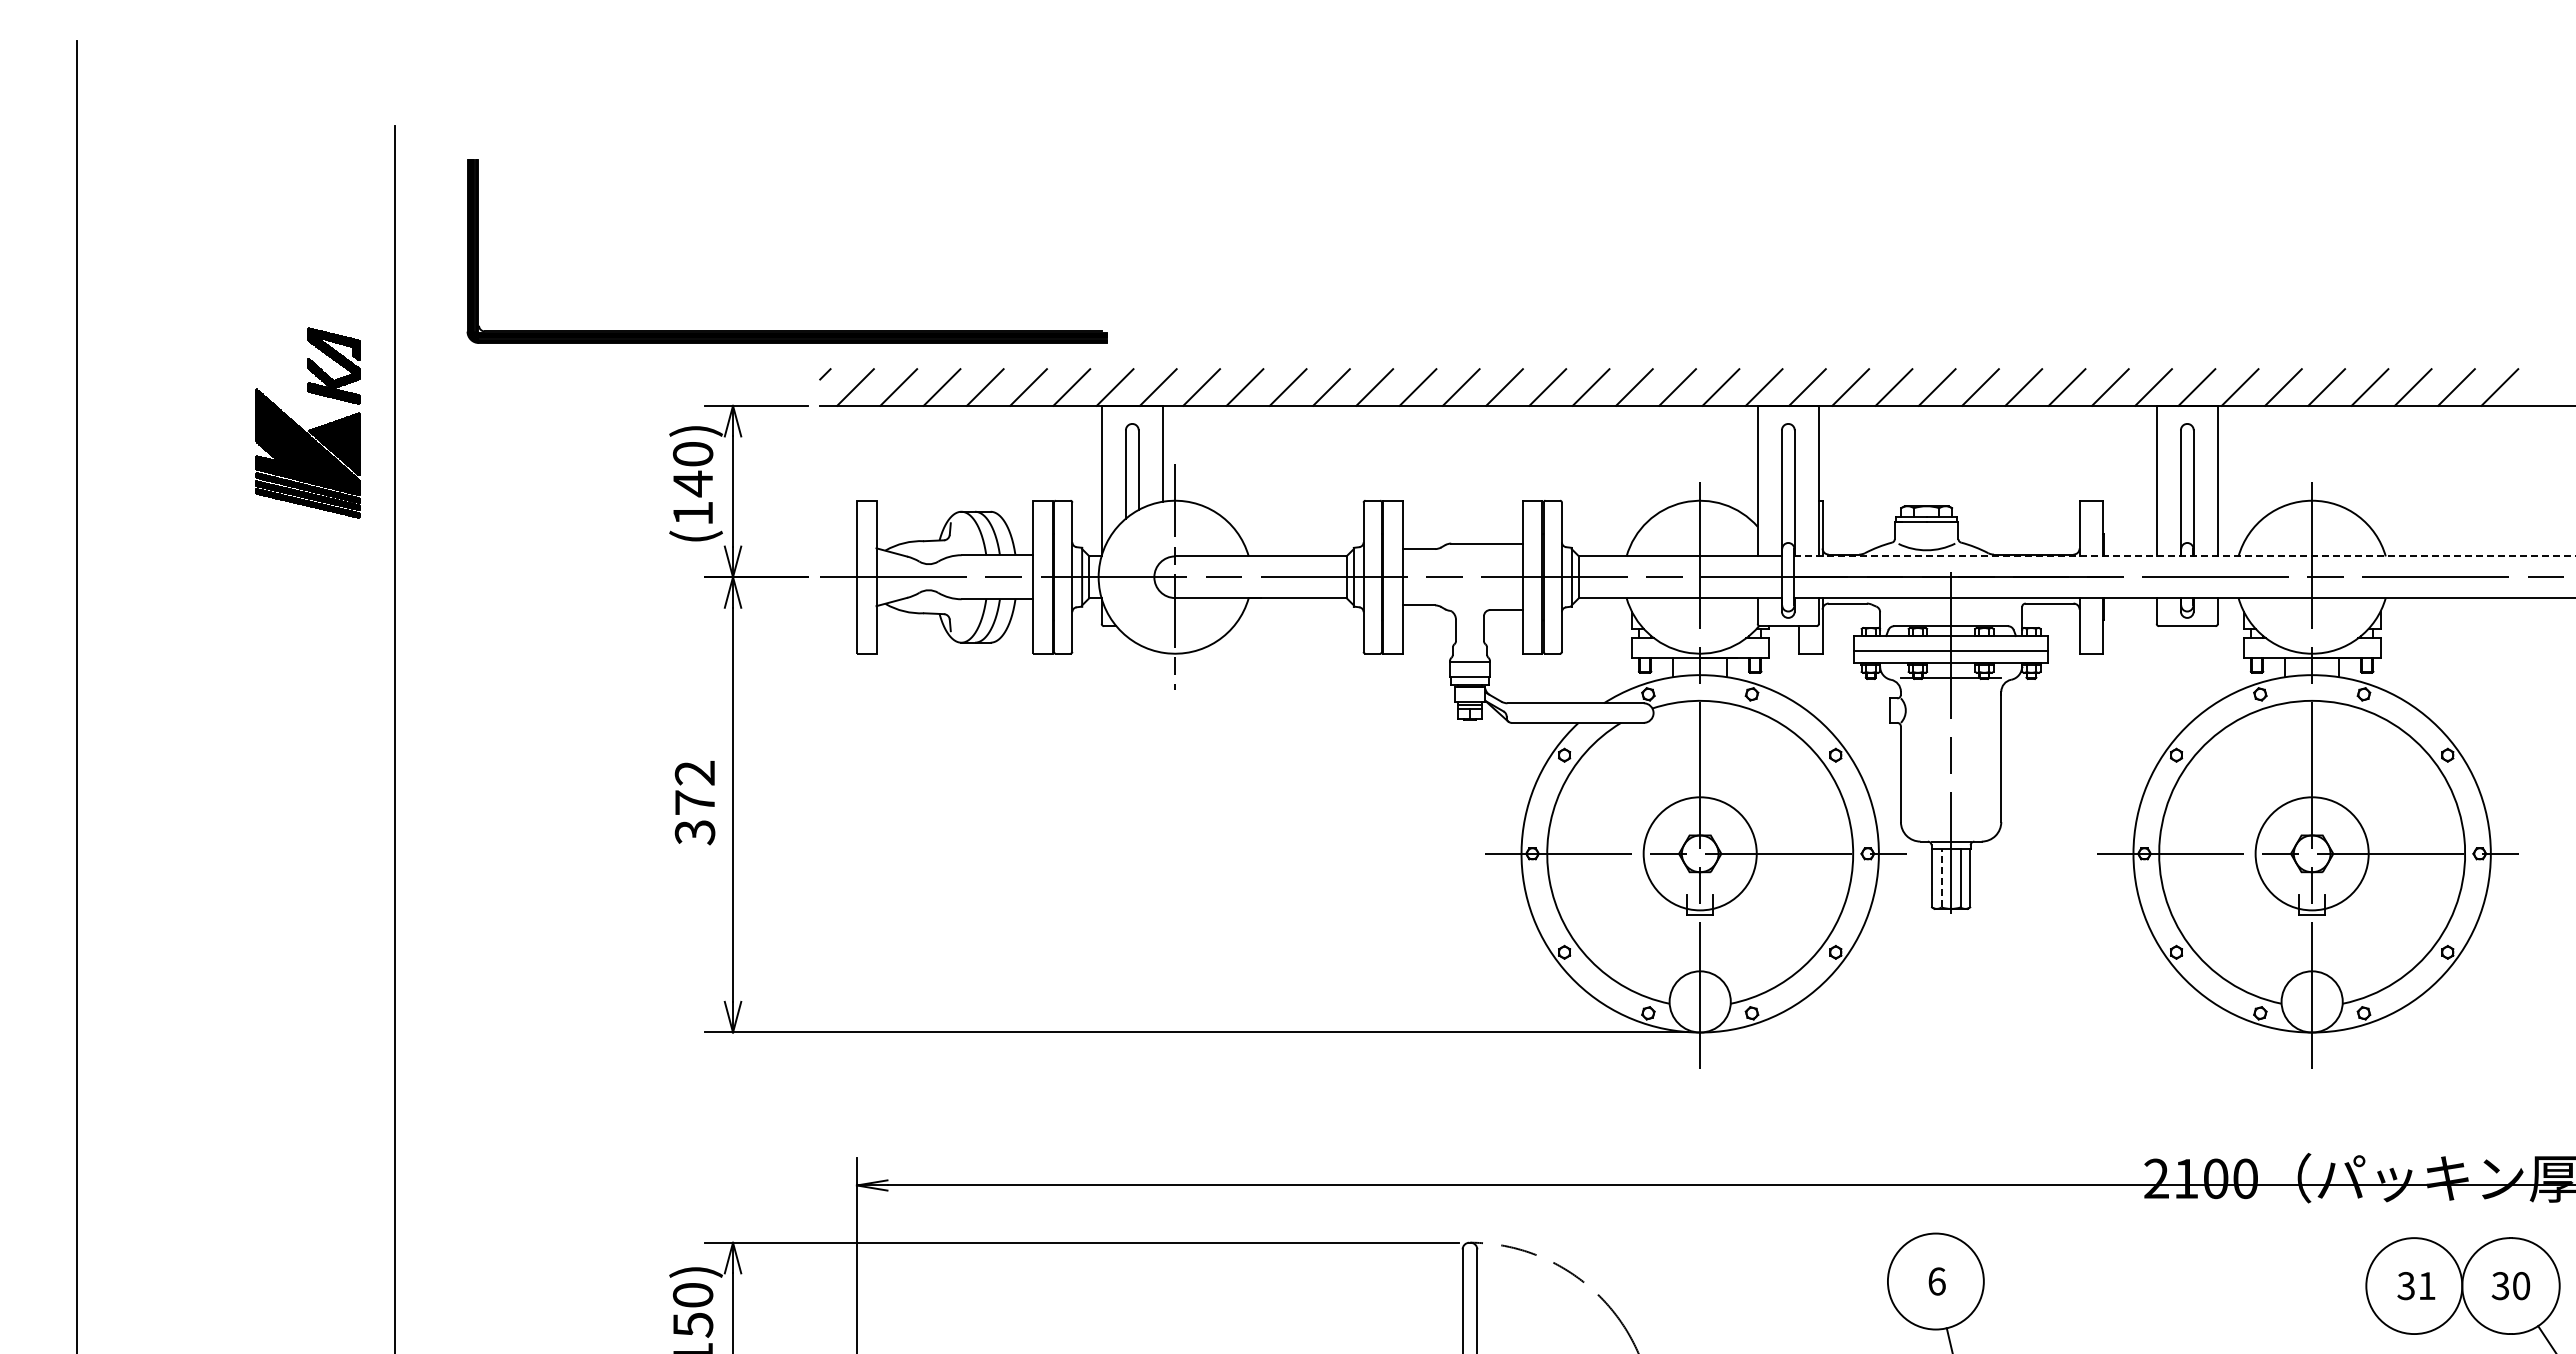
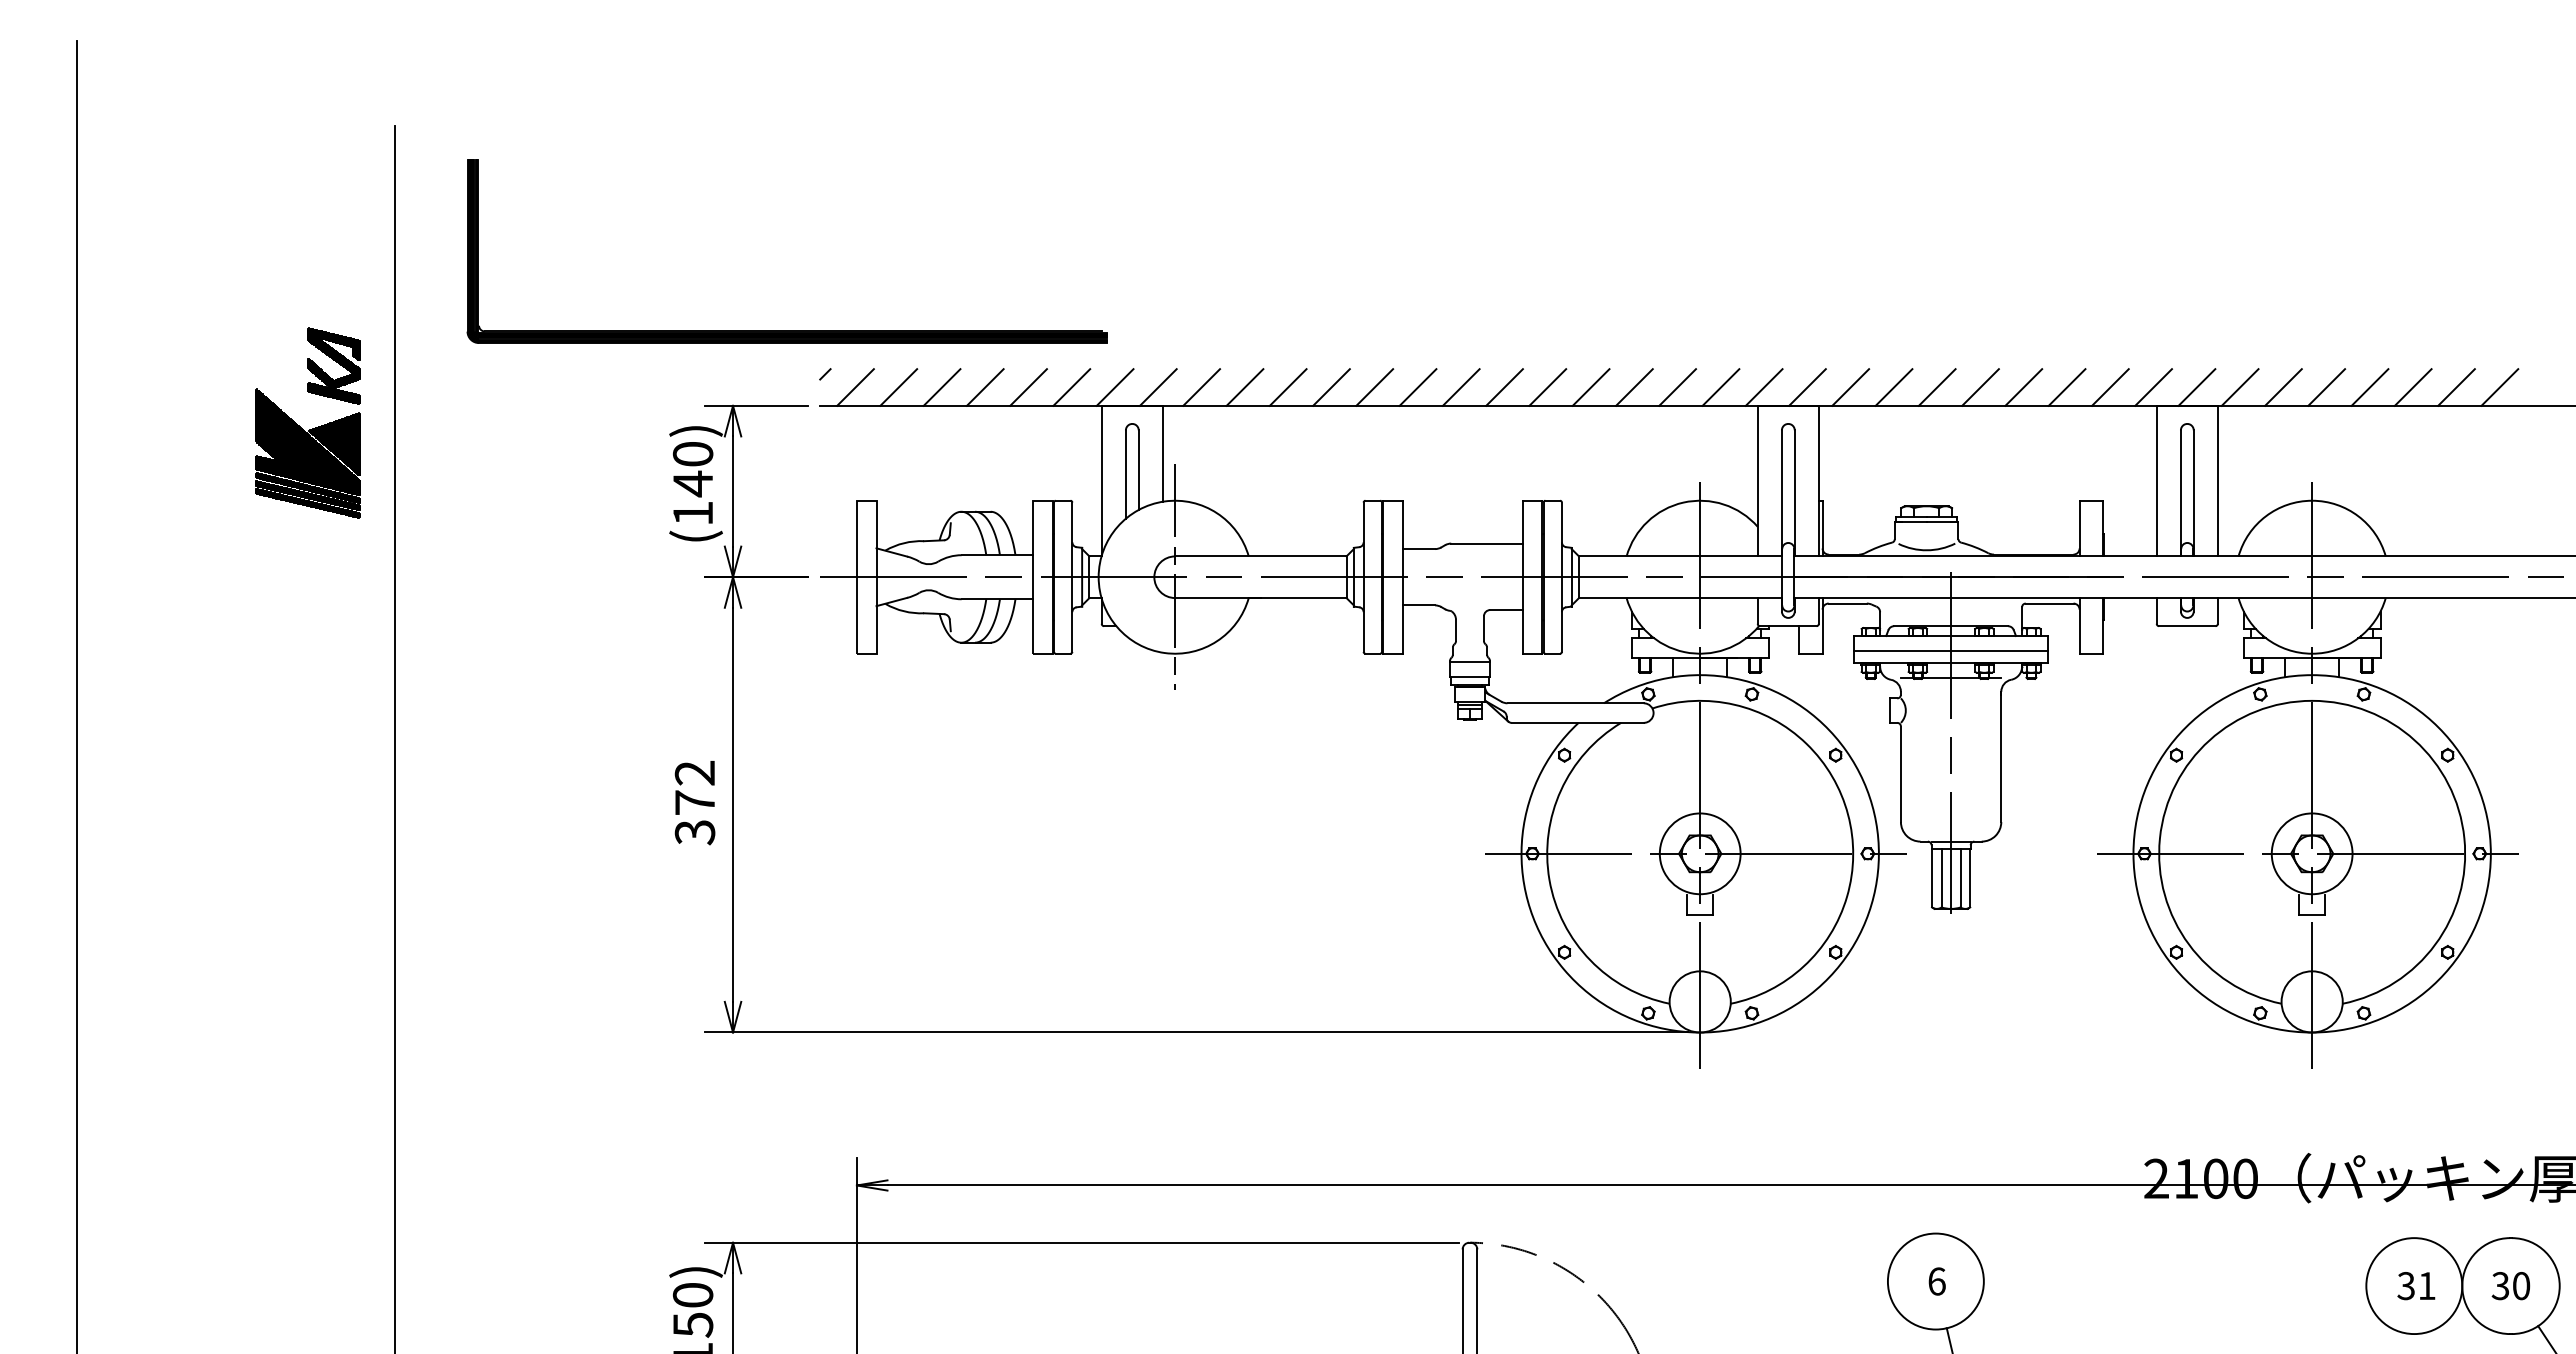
line at (2185, 556): dashed -> solid
circle at (1699, 853) diameter: 113 px -> 81 px
circle at (2311, 853) diameter: 113 px -> 81 px
line at (1941, 877): dashed -> solid
